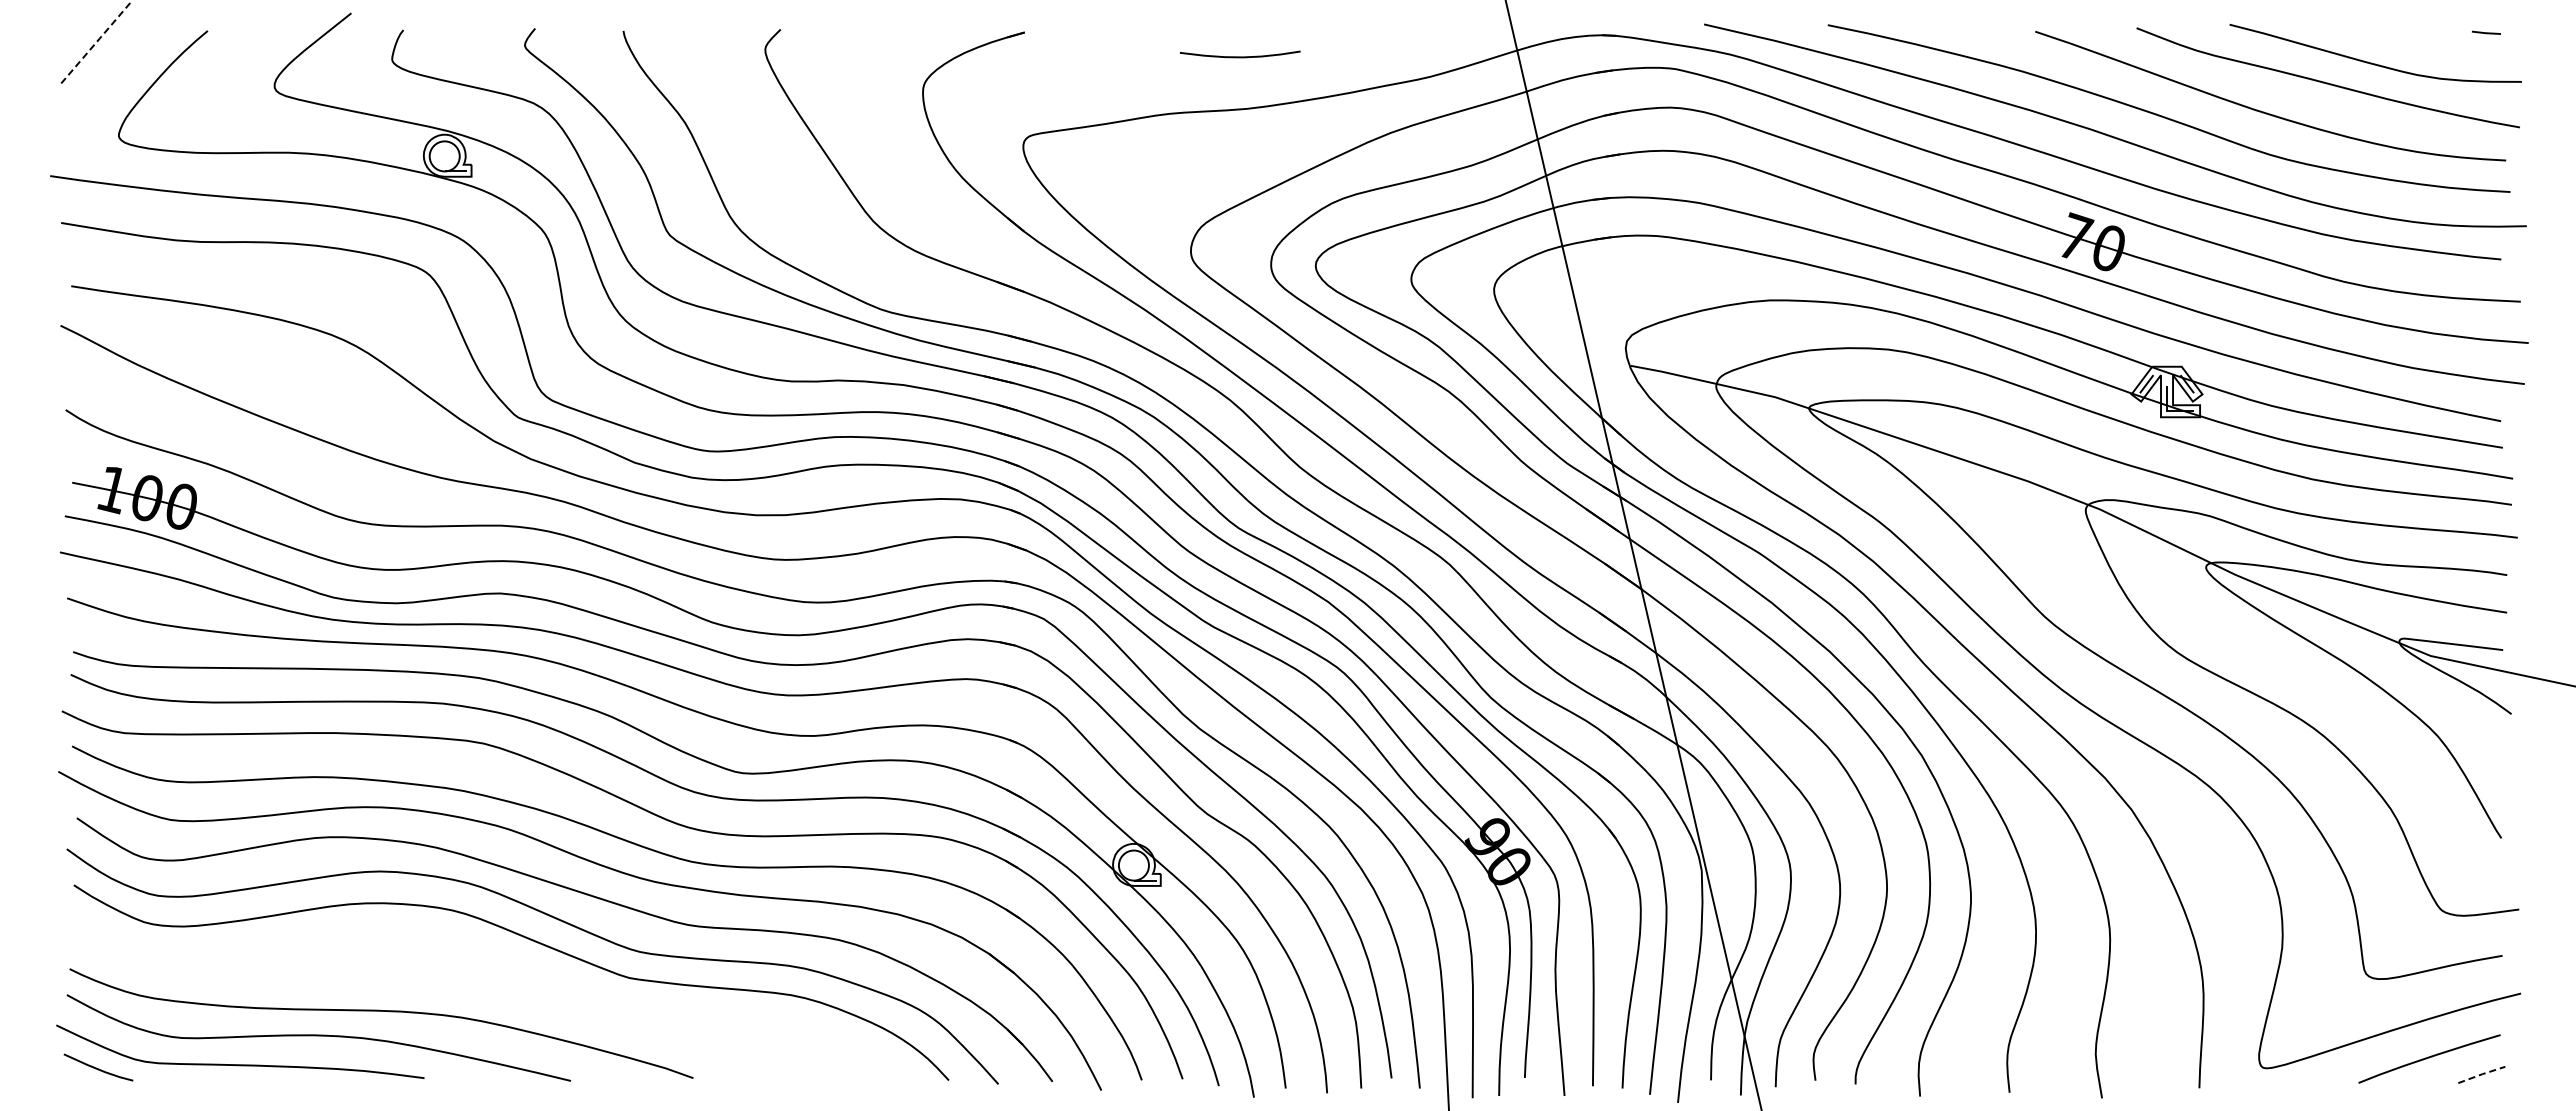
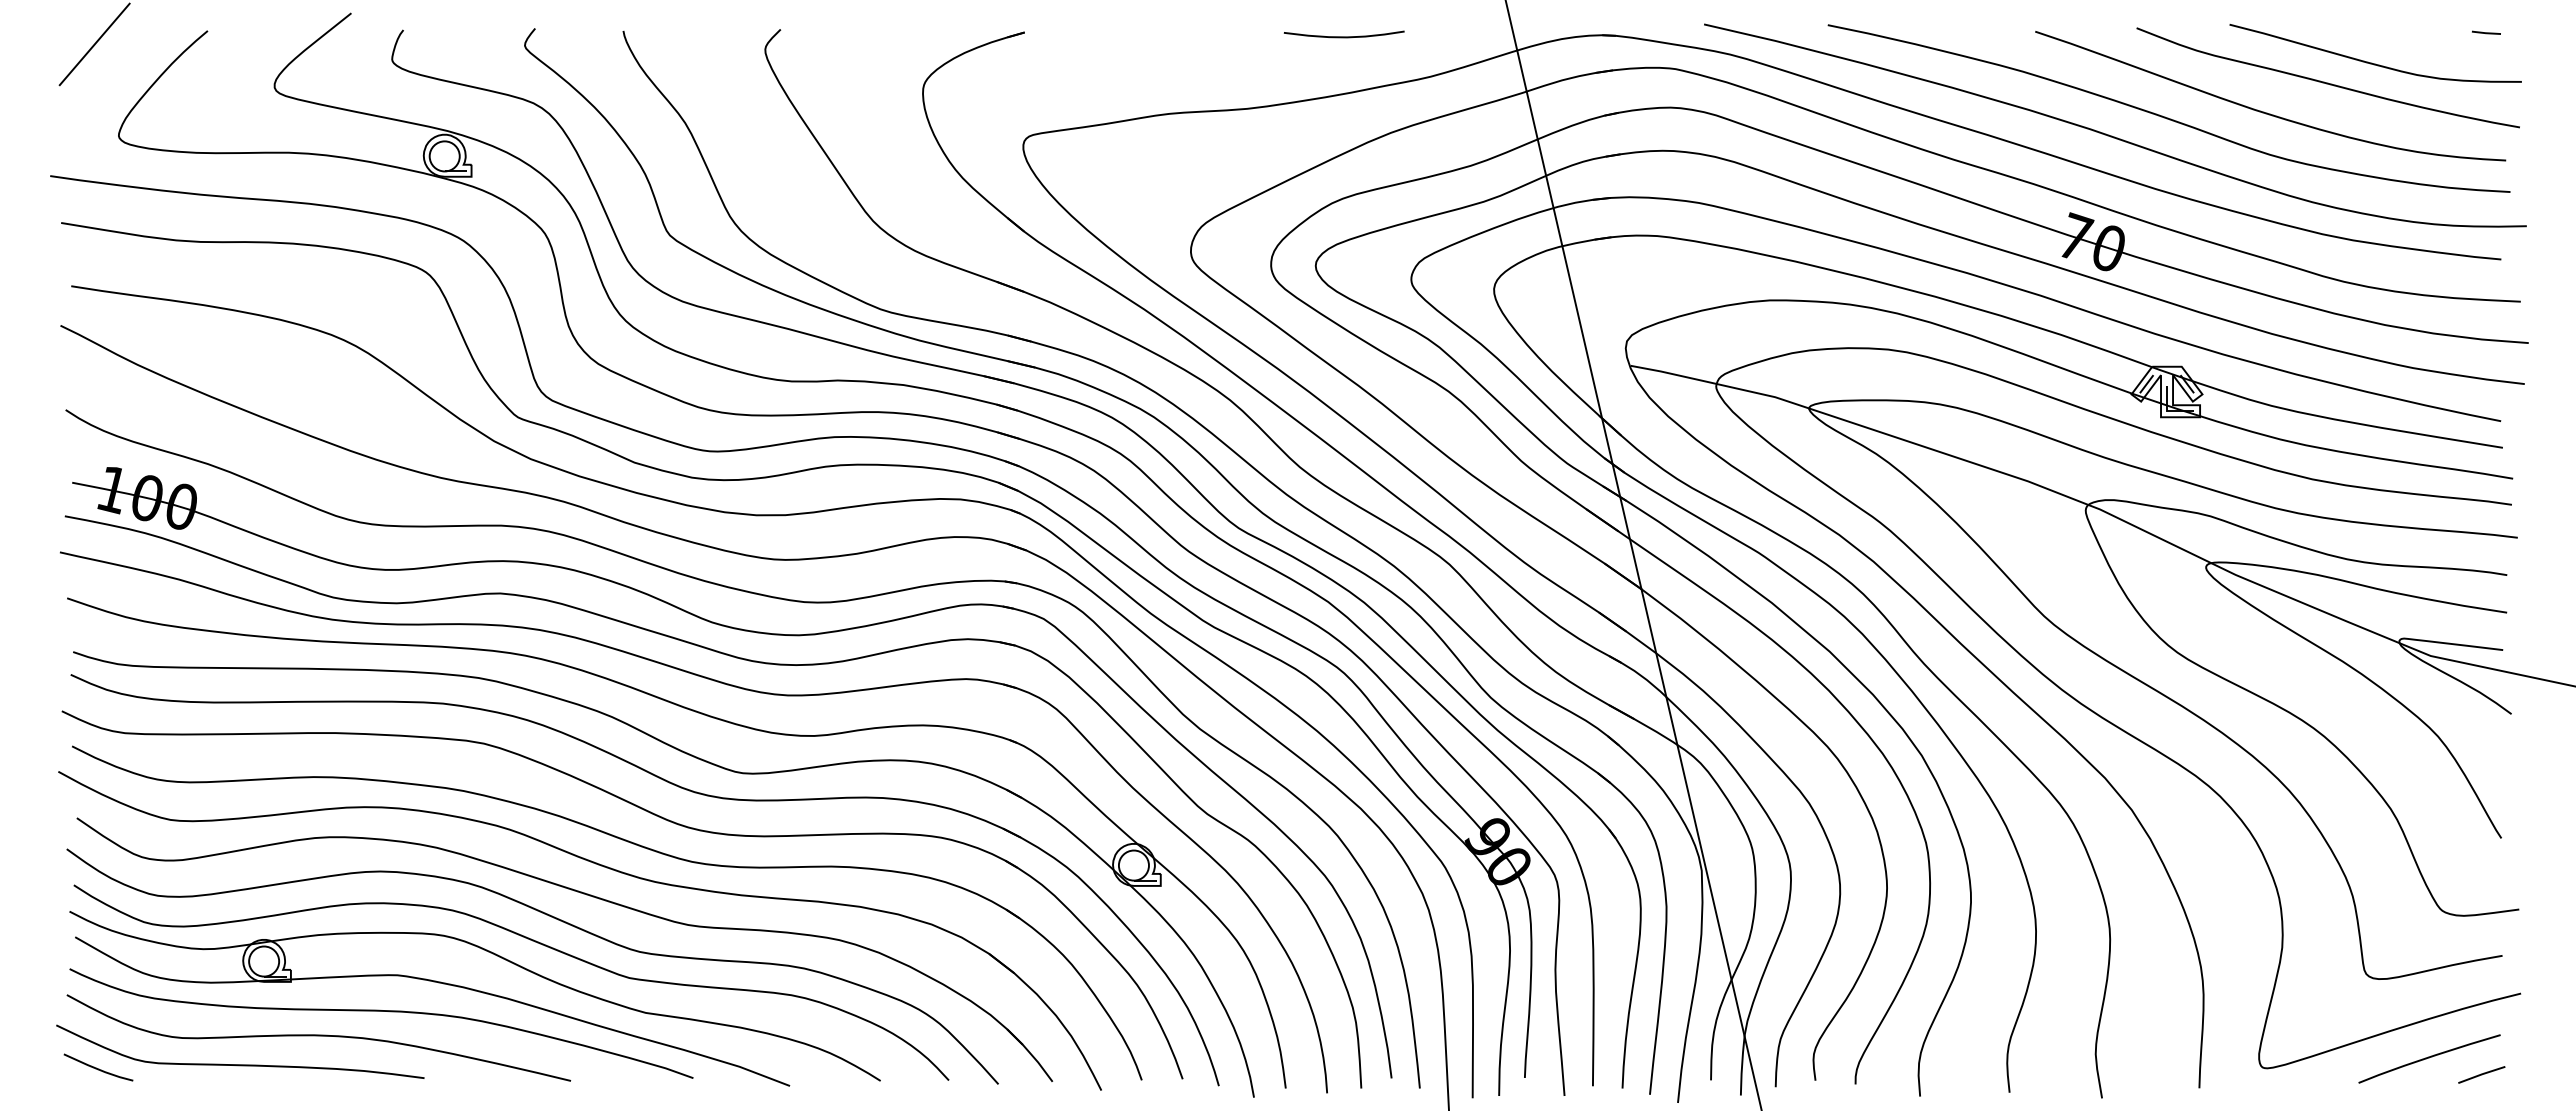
line at (94, 44): dashed -> solid
curve at (1239, 56) position: (1239, 56) -> (1343, 36)
part at (474, 991): none -> present
line at (2482, 1074): dashed -> solid
